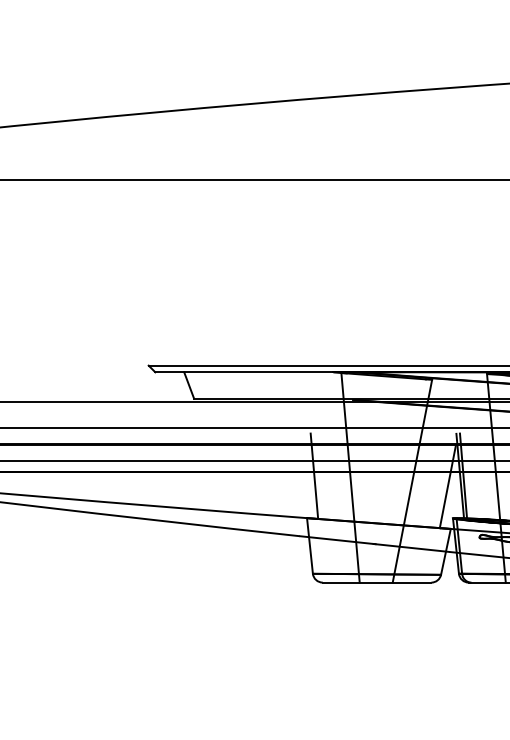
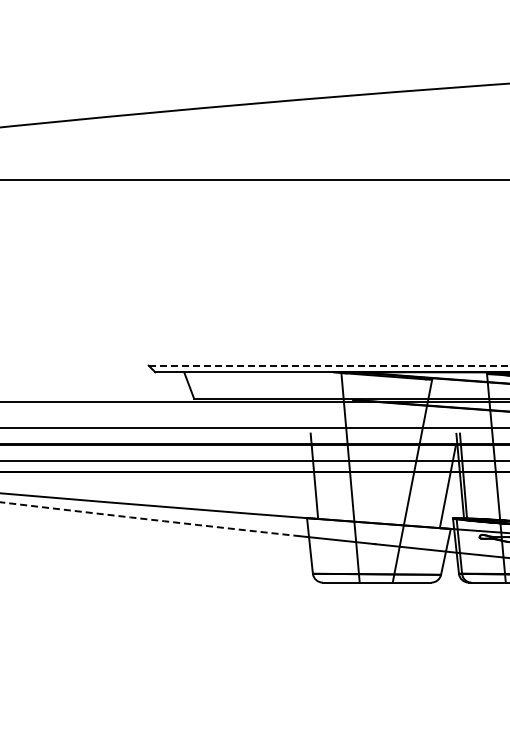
line at (329, 365): solid -> dashed
arc at (150, 519): solid -> dashed
